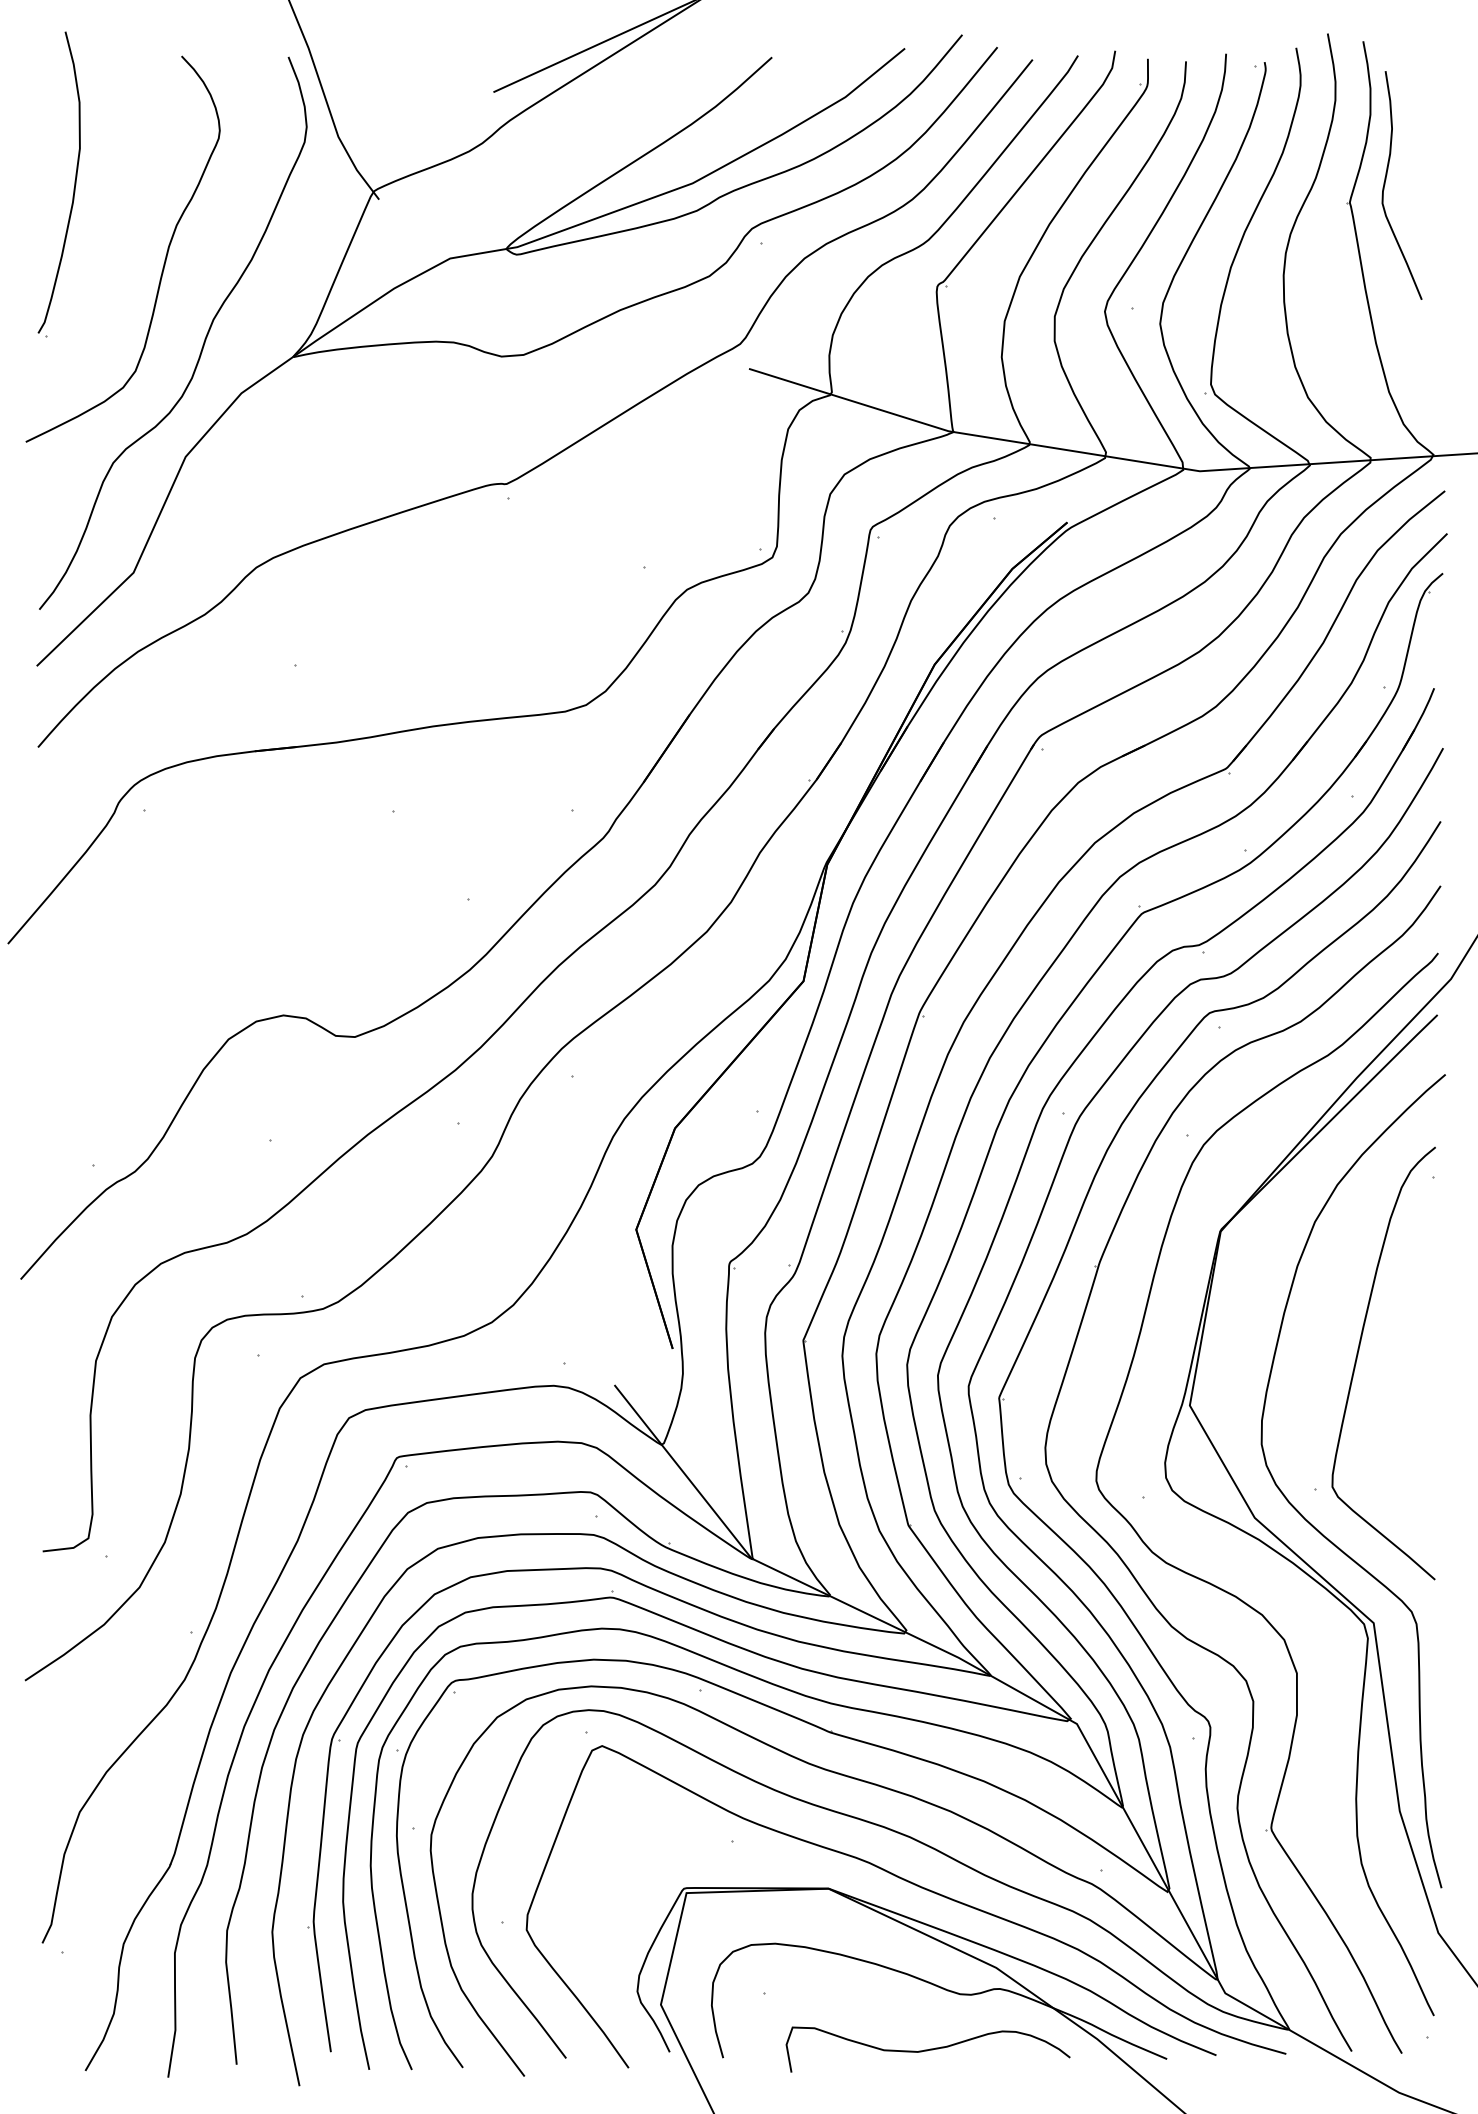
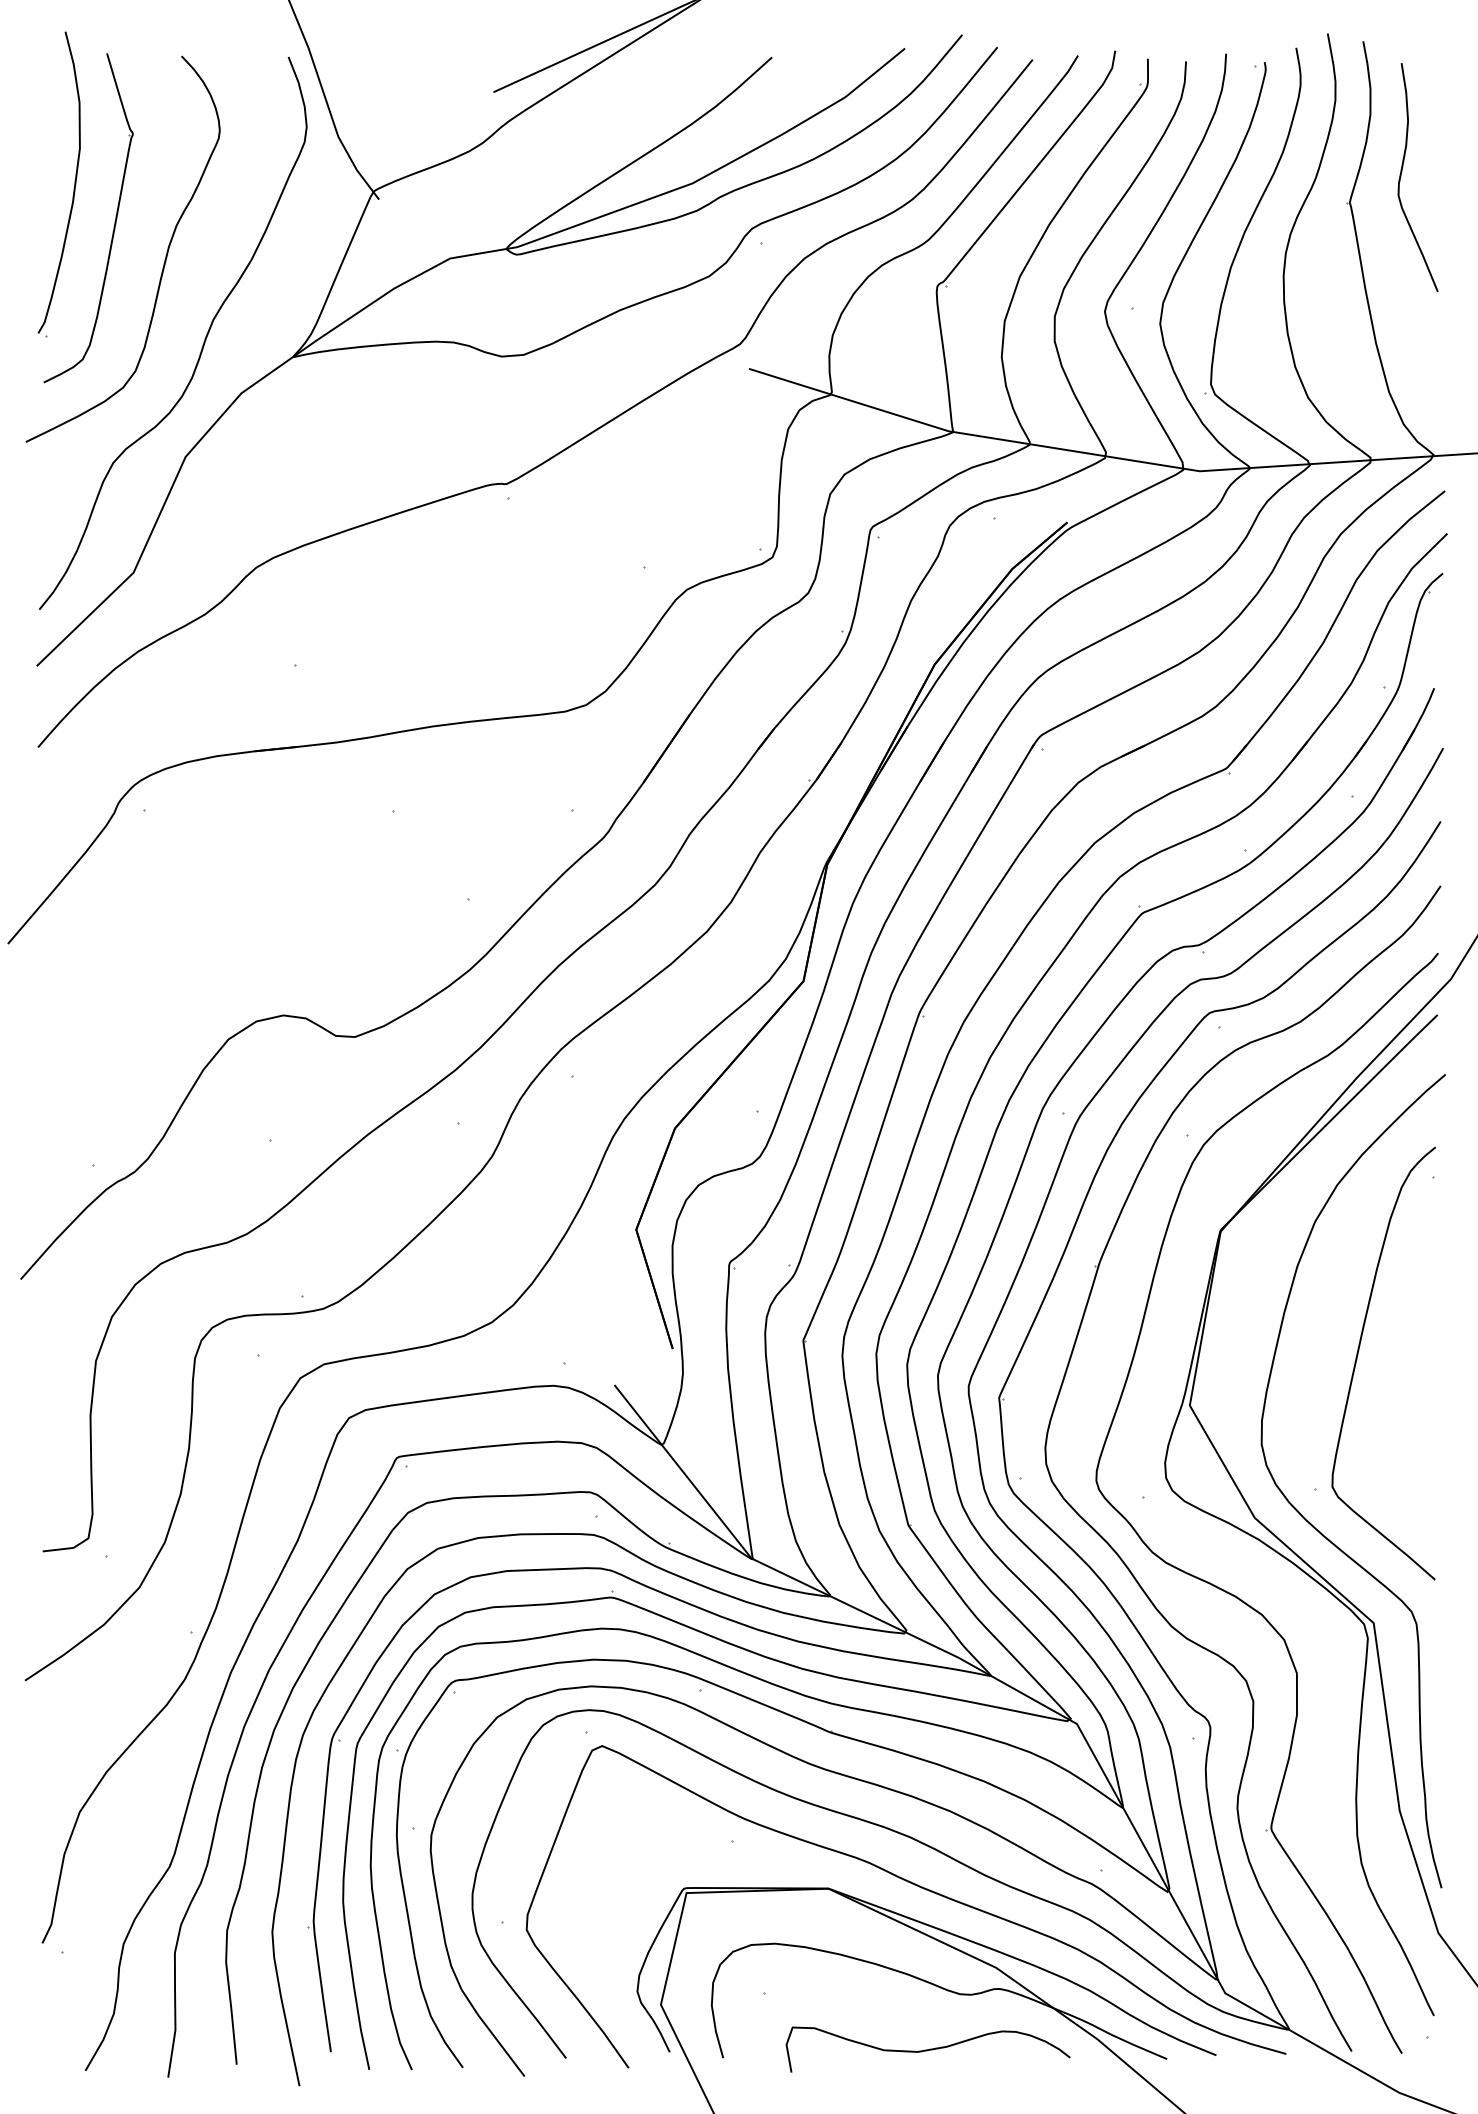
curve at (1386, 180) position: (1386, 180) -> (1402, 172)
part at (114, 221): none -> present
